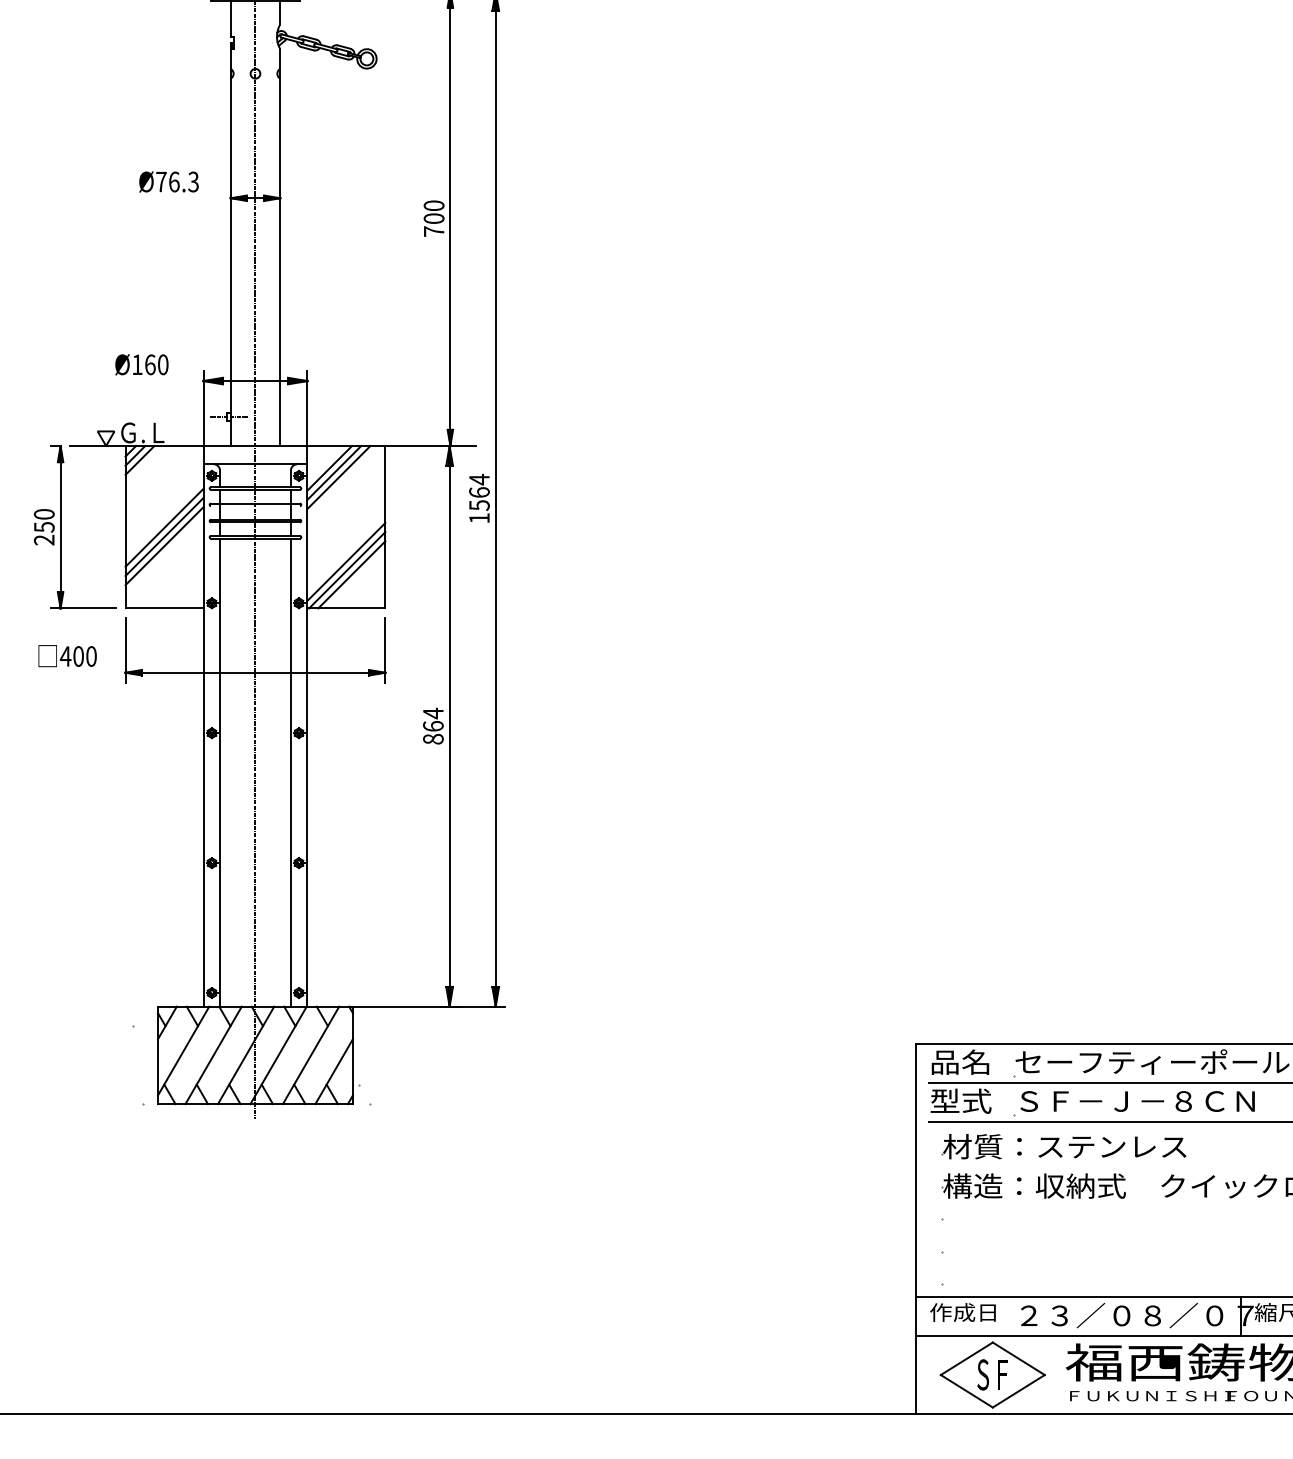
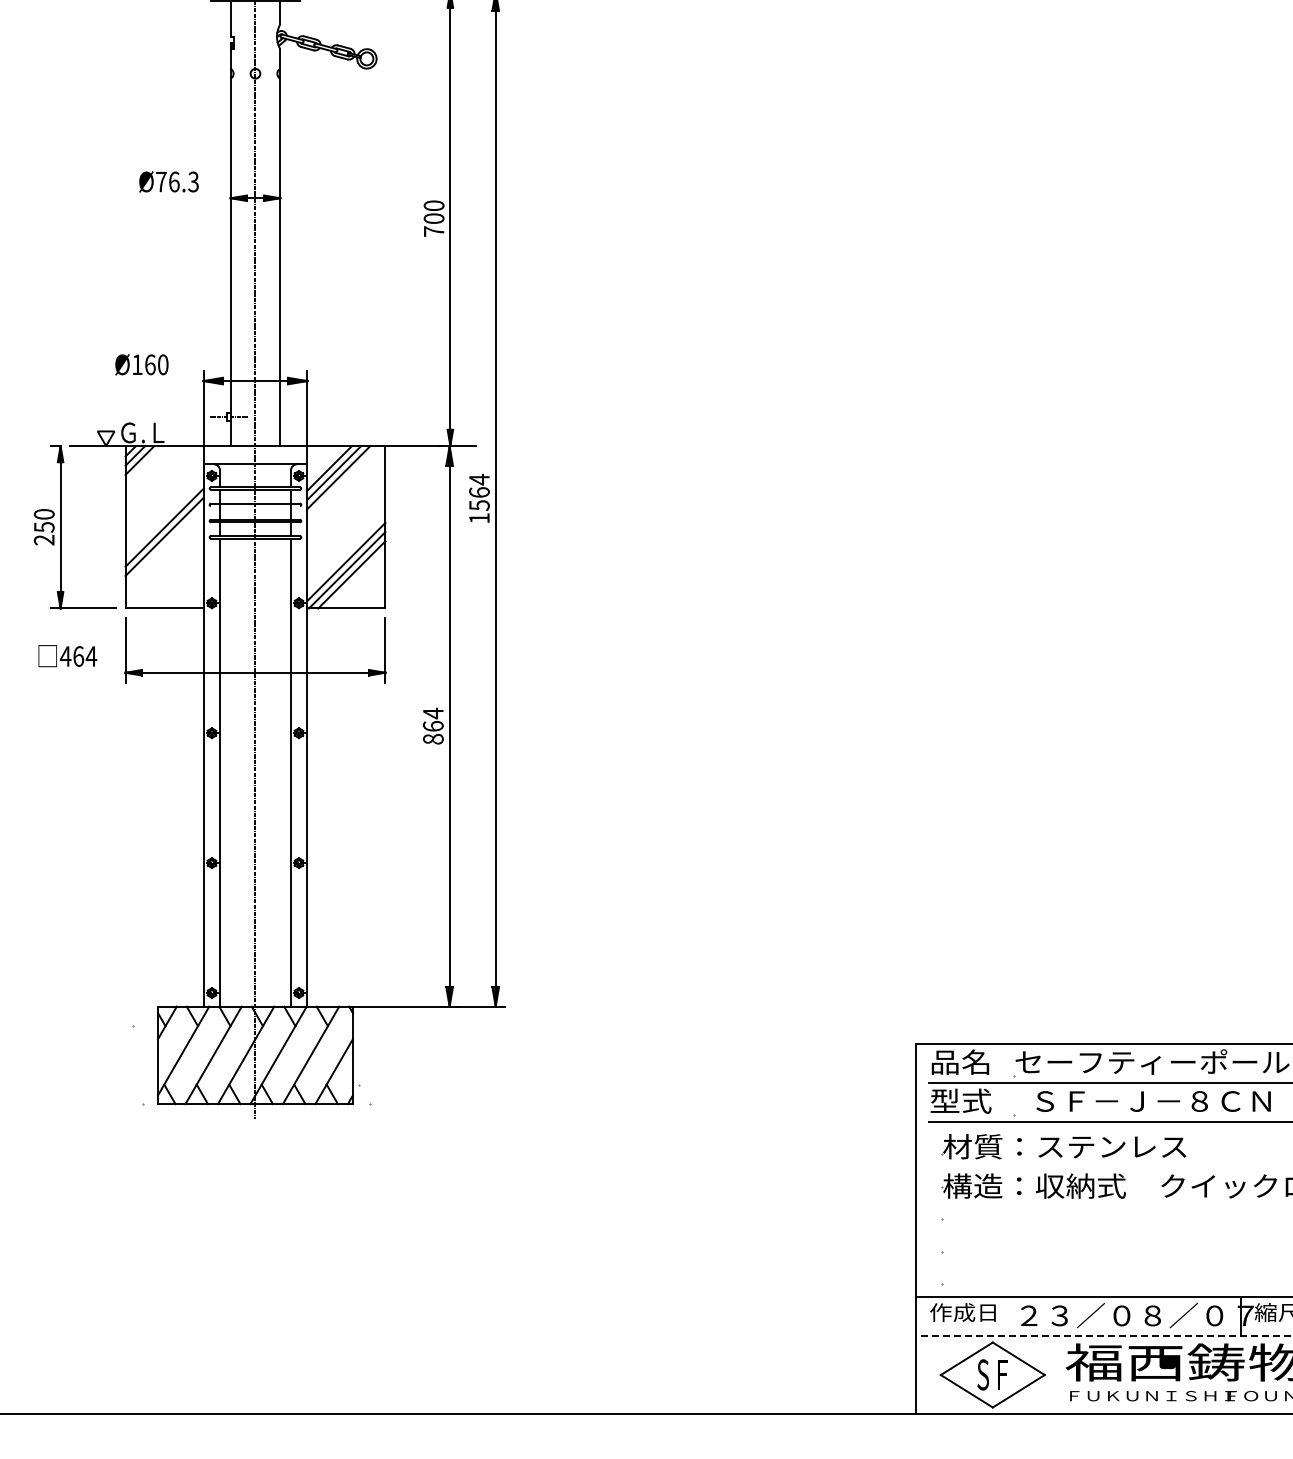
line at (164, 546): present -> none
text at (85, 656): 400 -> 464
text at (1137, 1101) position: (1137, 1101) -> (1153, 1101)
line at (1104, 1336): solid -> dashed
